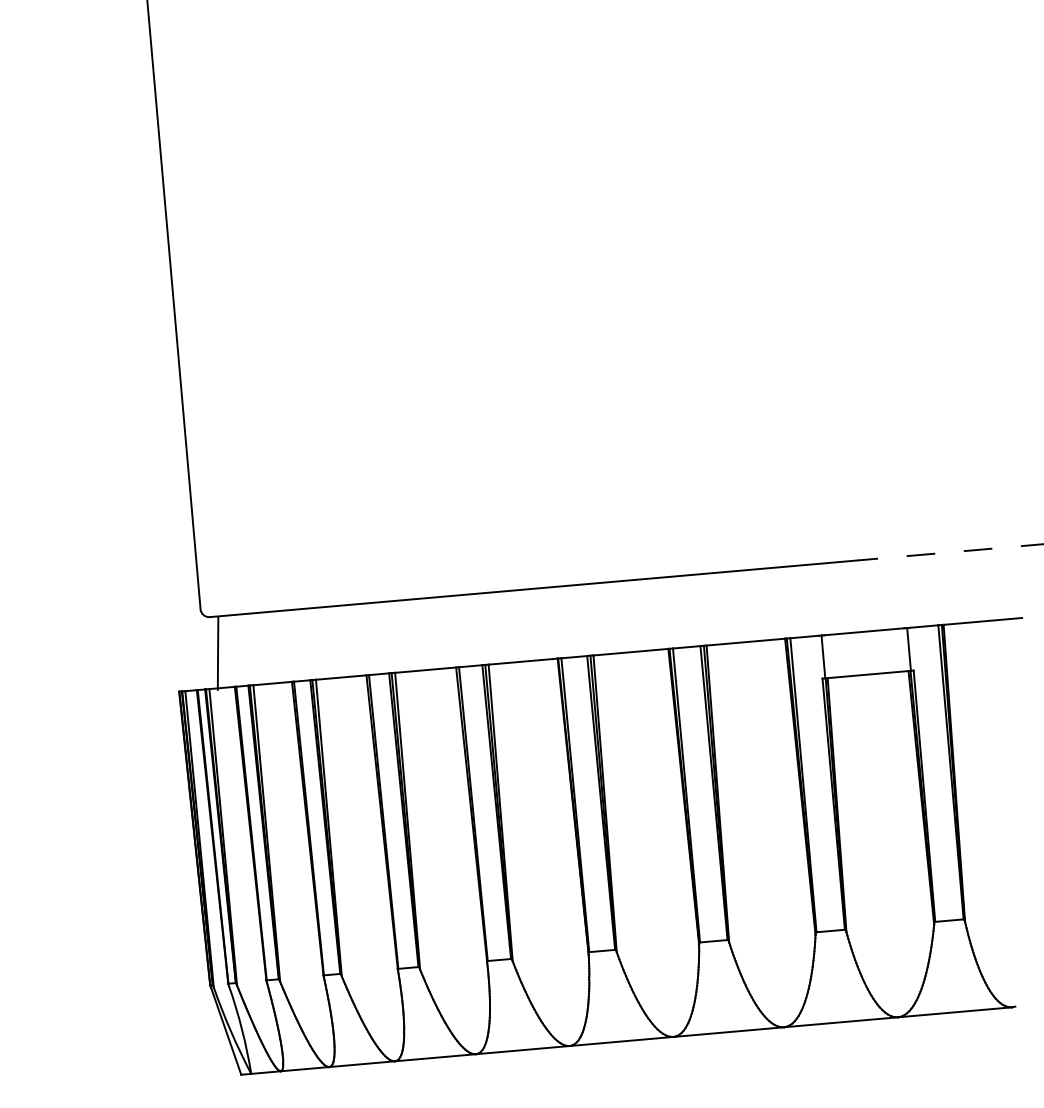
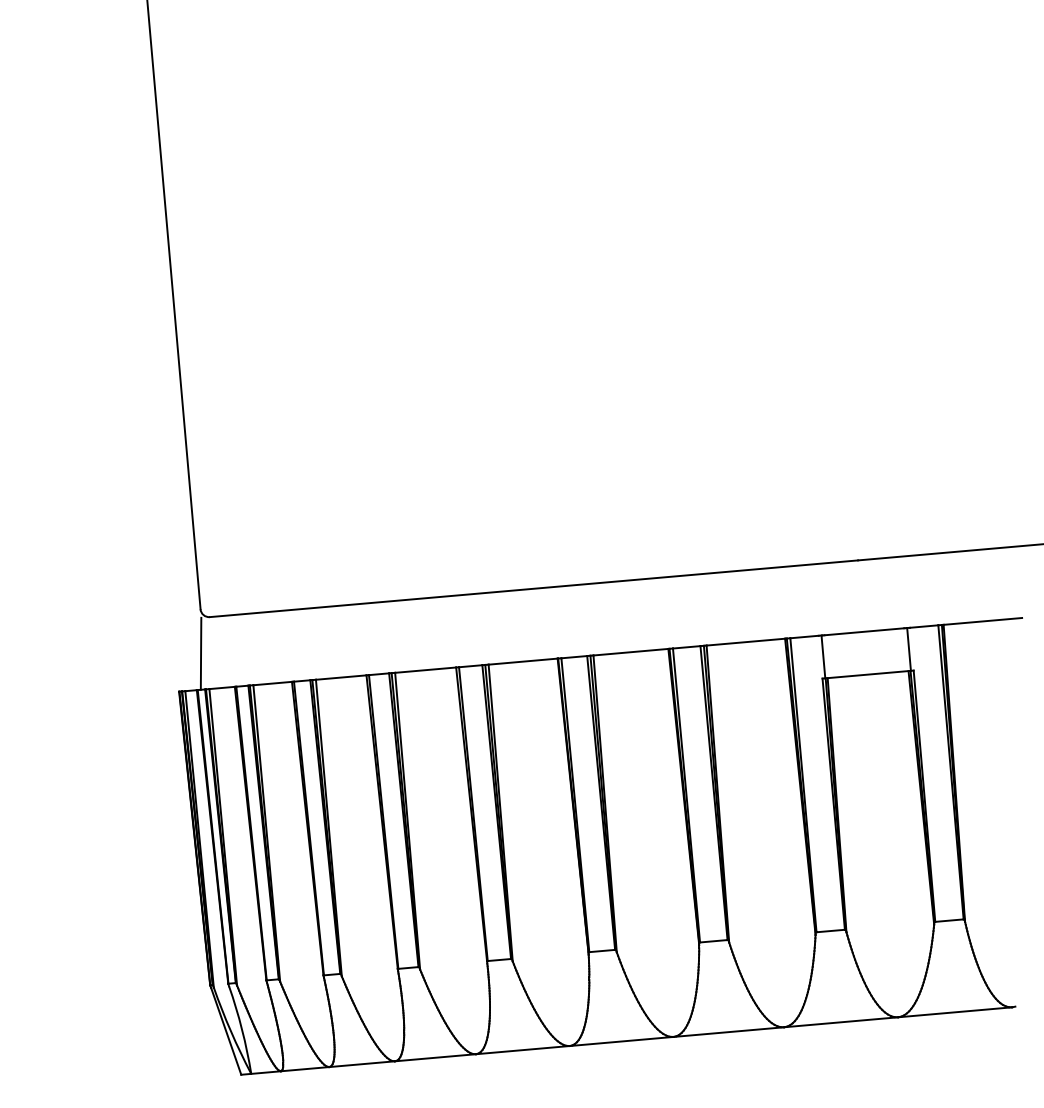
line at (950, 552): dashed -> solid
line at (217, 653) position: (217, 653) -> (200, 653)
